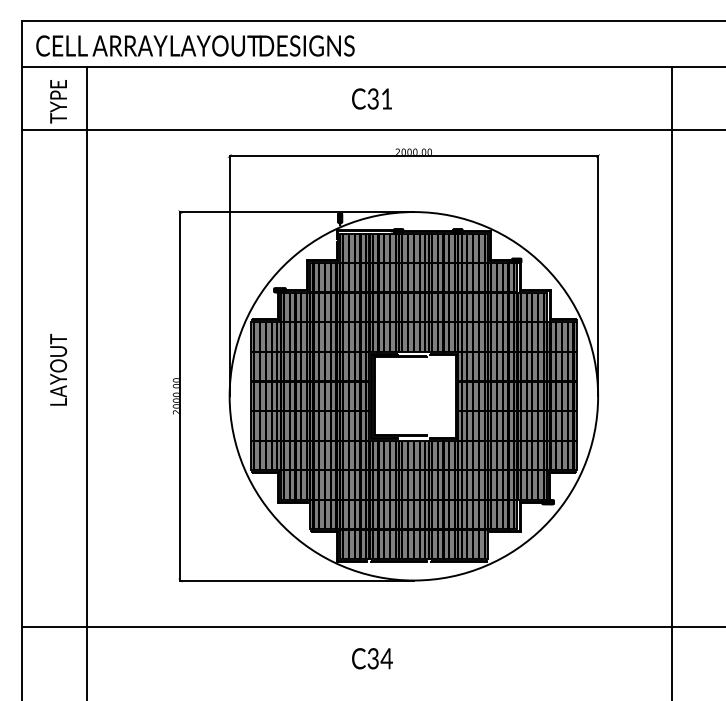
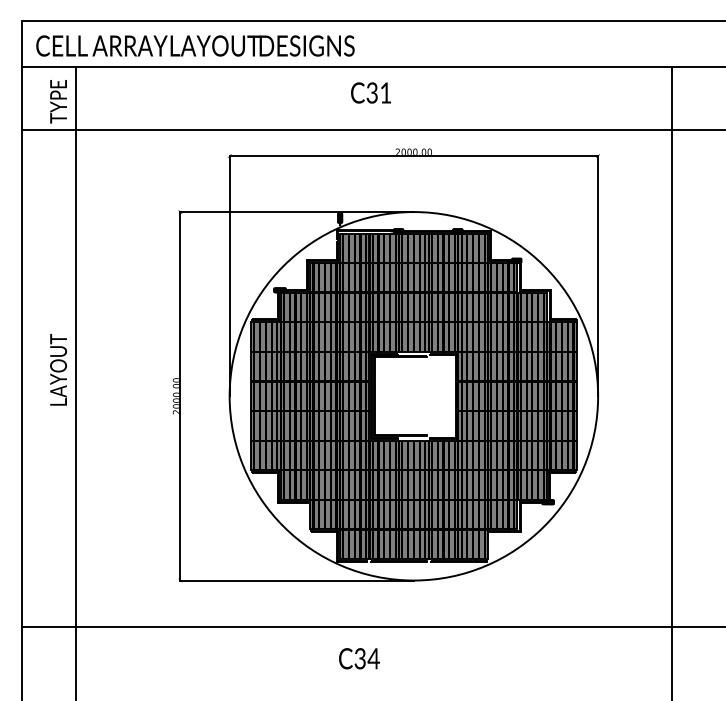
text at (371, 98) position: (371, 98) -> (370, 92)
line at (87, 382) position: (87, 382) -> (76, 382)
text at (372, 658) position: (372, 658) -> (359, 658)
